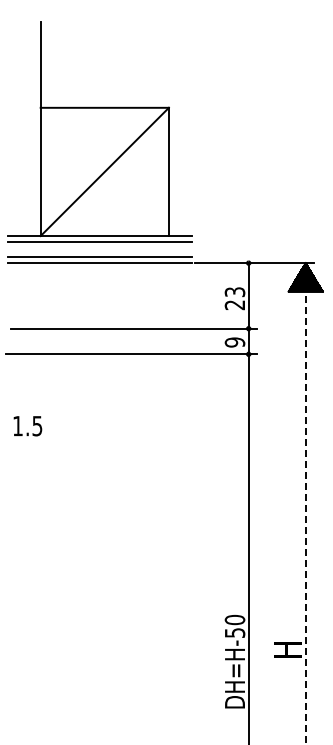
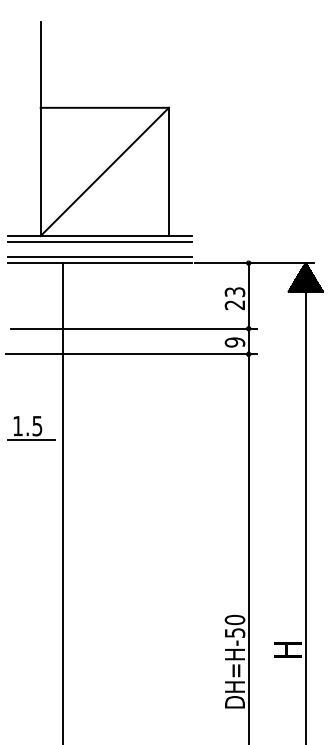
line at (30, 439): none -> present
line at (63, 502): none -> present
line at (305, 503): dashed -> solid
